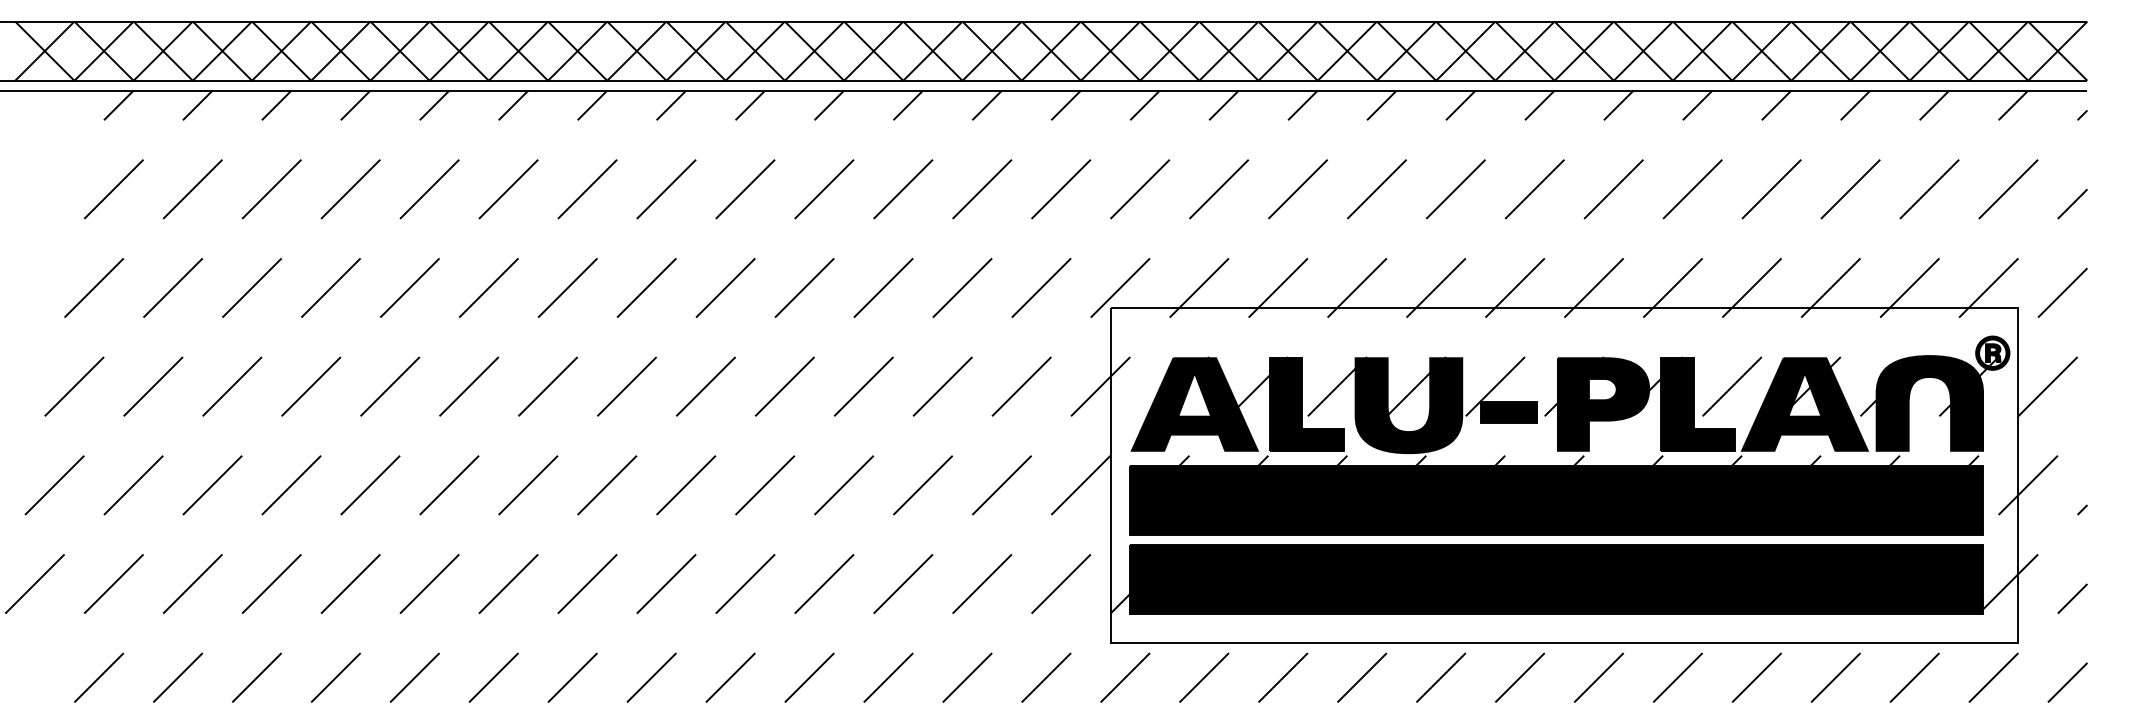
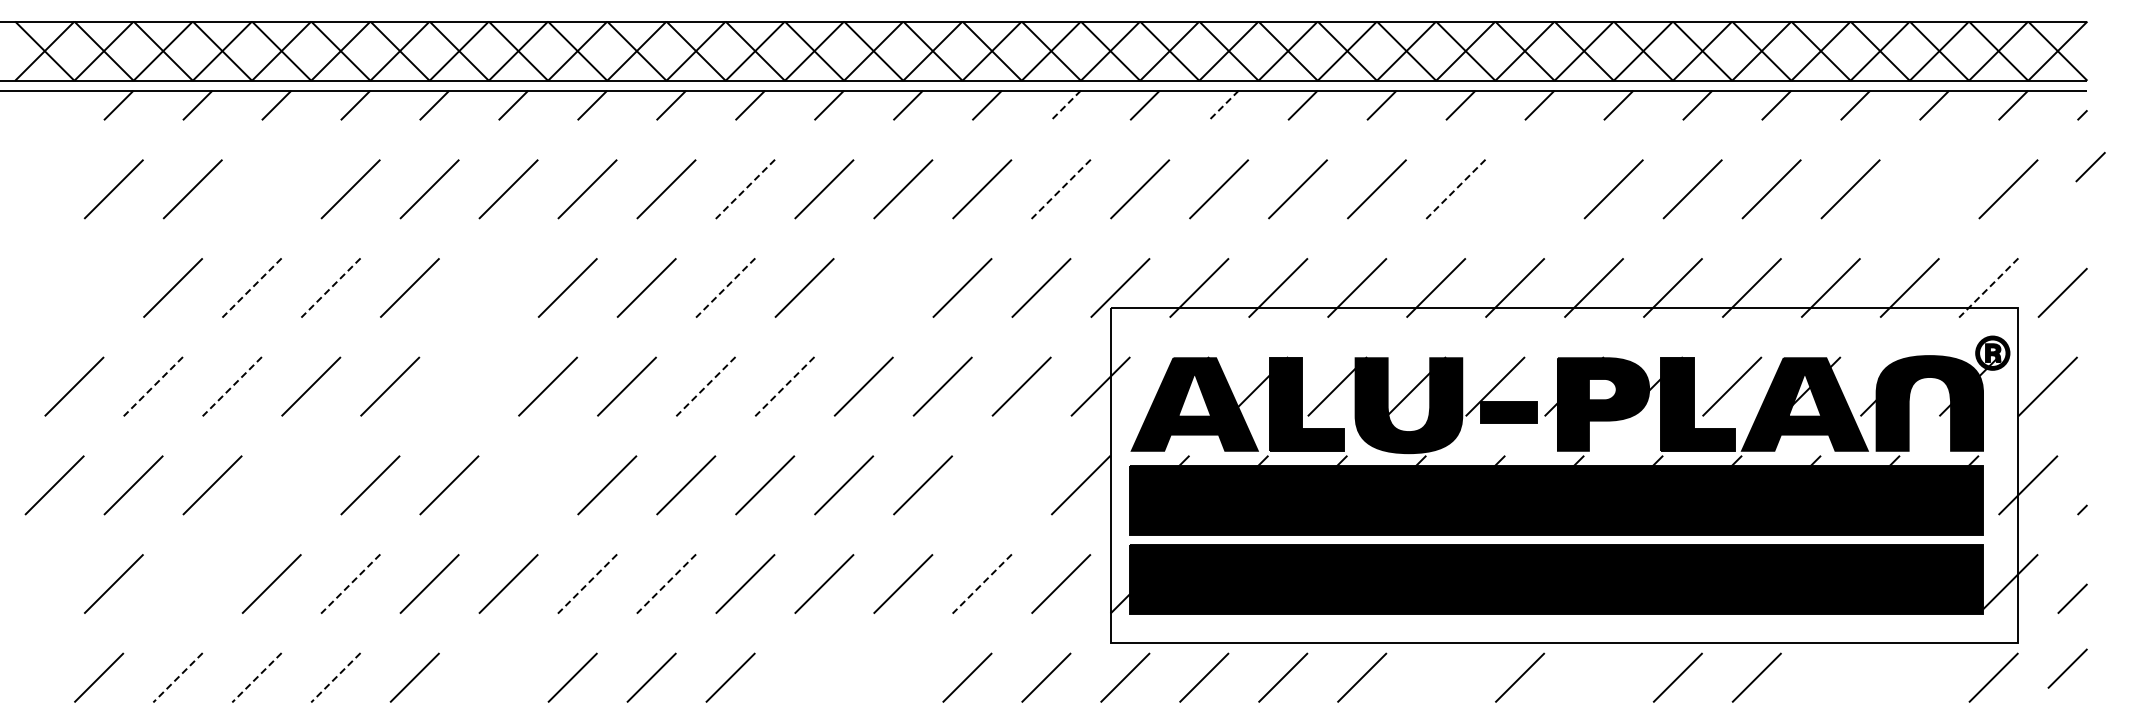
line at (1066, 105): solid -> dashed
line at (1224, 105): solid -> dashed
line at (271, 189): present -> none
line at (745, 189): solid -> dashed
line at (1061, 189): solid -> dashed
line at (1455, 189): solid -> dashed
line at (1534, 189): present -> none
line at (1929, 189): present -> none
line at (2072, 203) position: (2072, 203) -> (2090, 166)
line at (94, 287): present -> none
line at (252, 287): solid -> dashed
line at (330, 287): solid -> dashed
line at (488, 287): present -> none
line at (725, 287): solid -> dashed
line at (883, 287): present -> none
line at (1988, 287): solid -> dashed
line at (153, 386): solid -> dashed
line at (232, 386): solid -> dashed
line at (469, 386): present -> none
line at (705, 386): solid -> dashed
line at (784, 386): solid -> dashed
line at (291, 485): present -> none
line at (528, 485): present -> none
line at (1001, 485): present -> none
line at (34, 583): present -> none
line at (192, 583): present -> none
line at (350, 584): solid -> dashed
line at (587, 584): solid -> dashed
line at (666, 584): solid -> dashed
line at (982, 584): solid -> dashed
line at (178, 677): solid -> dashed
line at (256, 677): solid -> dashed
line at (335, 677): solid -> dashed
line at (493, 677): present -> none
line at (809, 677): present -> none
line at (888, 677): present -> none
line at (1441, 677): present -> none
line at (1598, 677): present -> none
line at (1835, 677): present -> none
line at (1914, 677): present -> none
line at (2067, 682) position: (2067, 682) -> (2067, 668)
